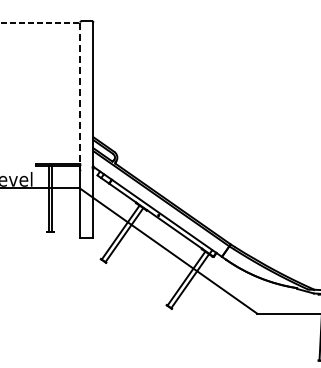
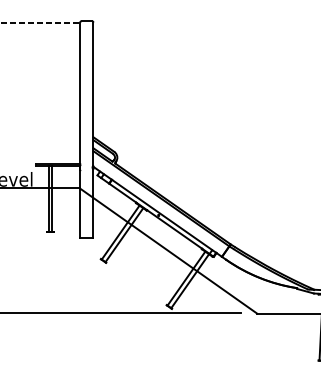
line at (80, 93): dashed -> solid
line at (121, 312): none -> present
